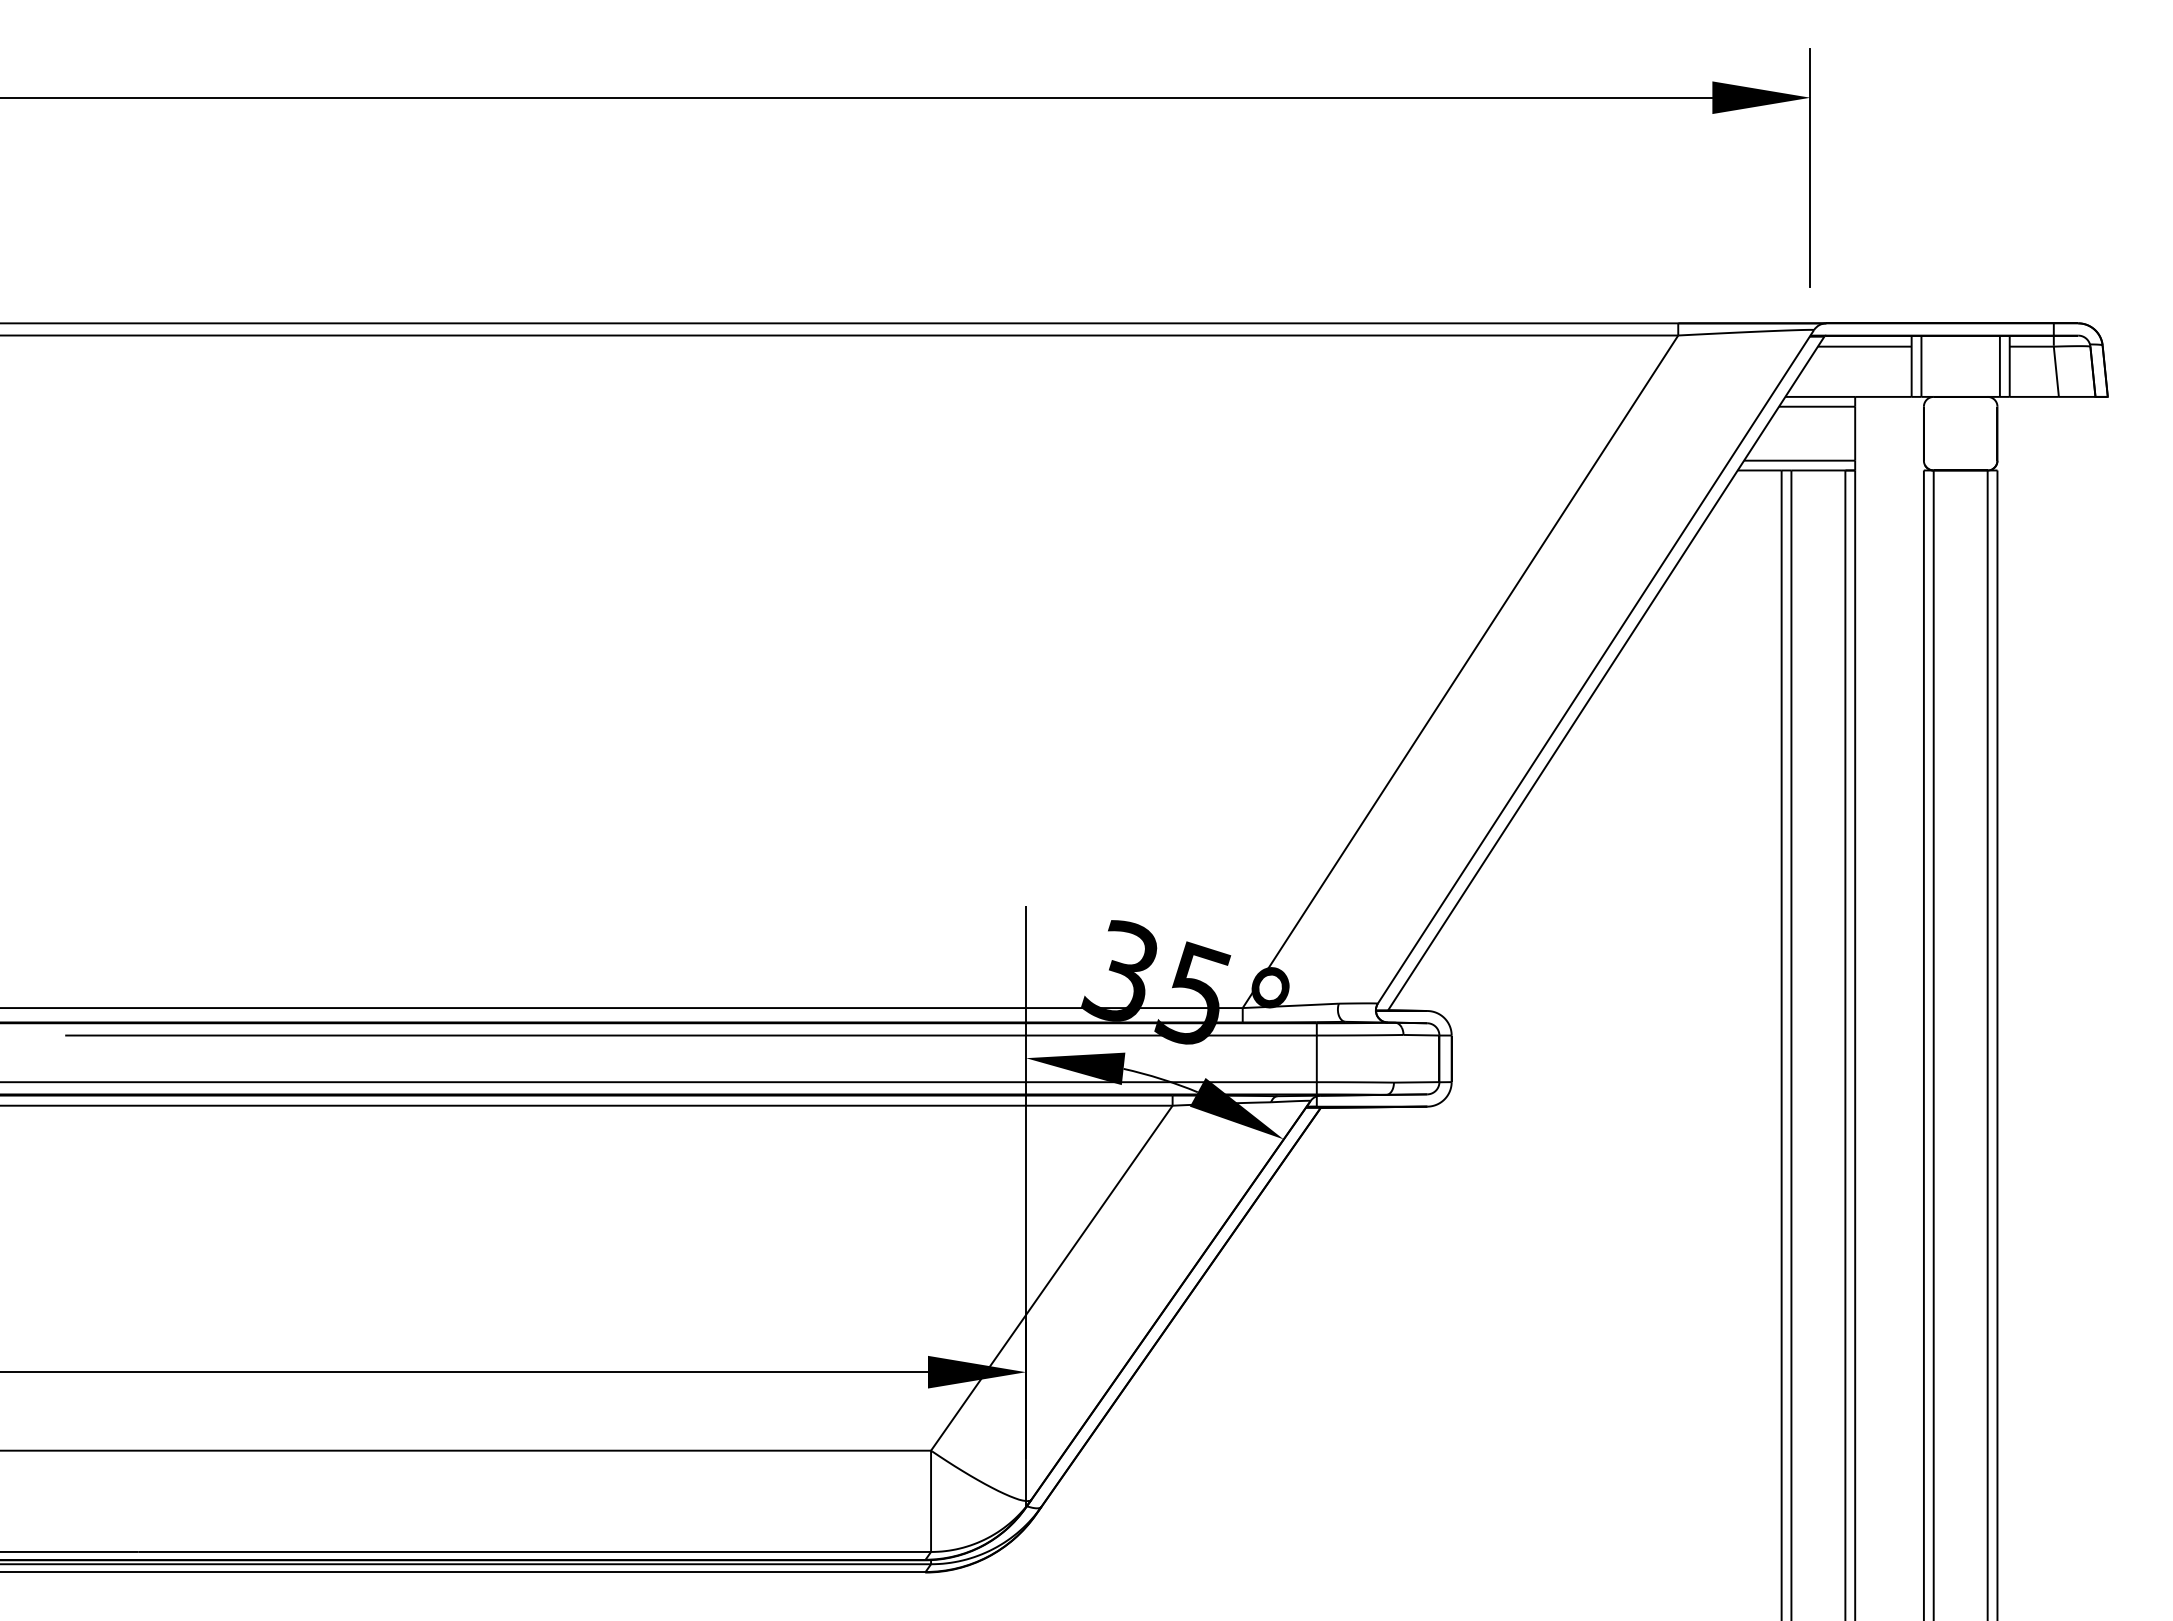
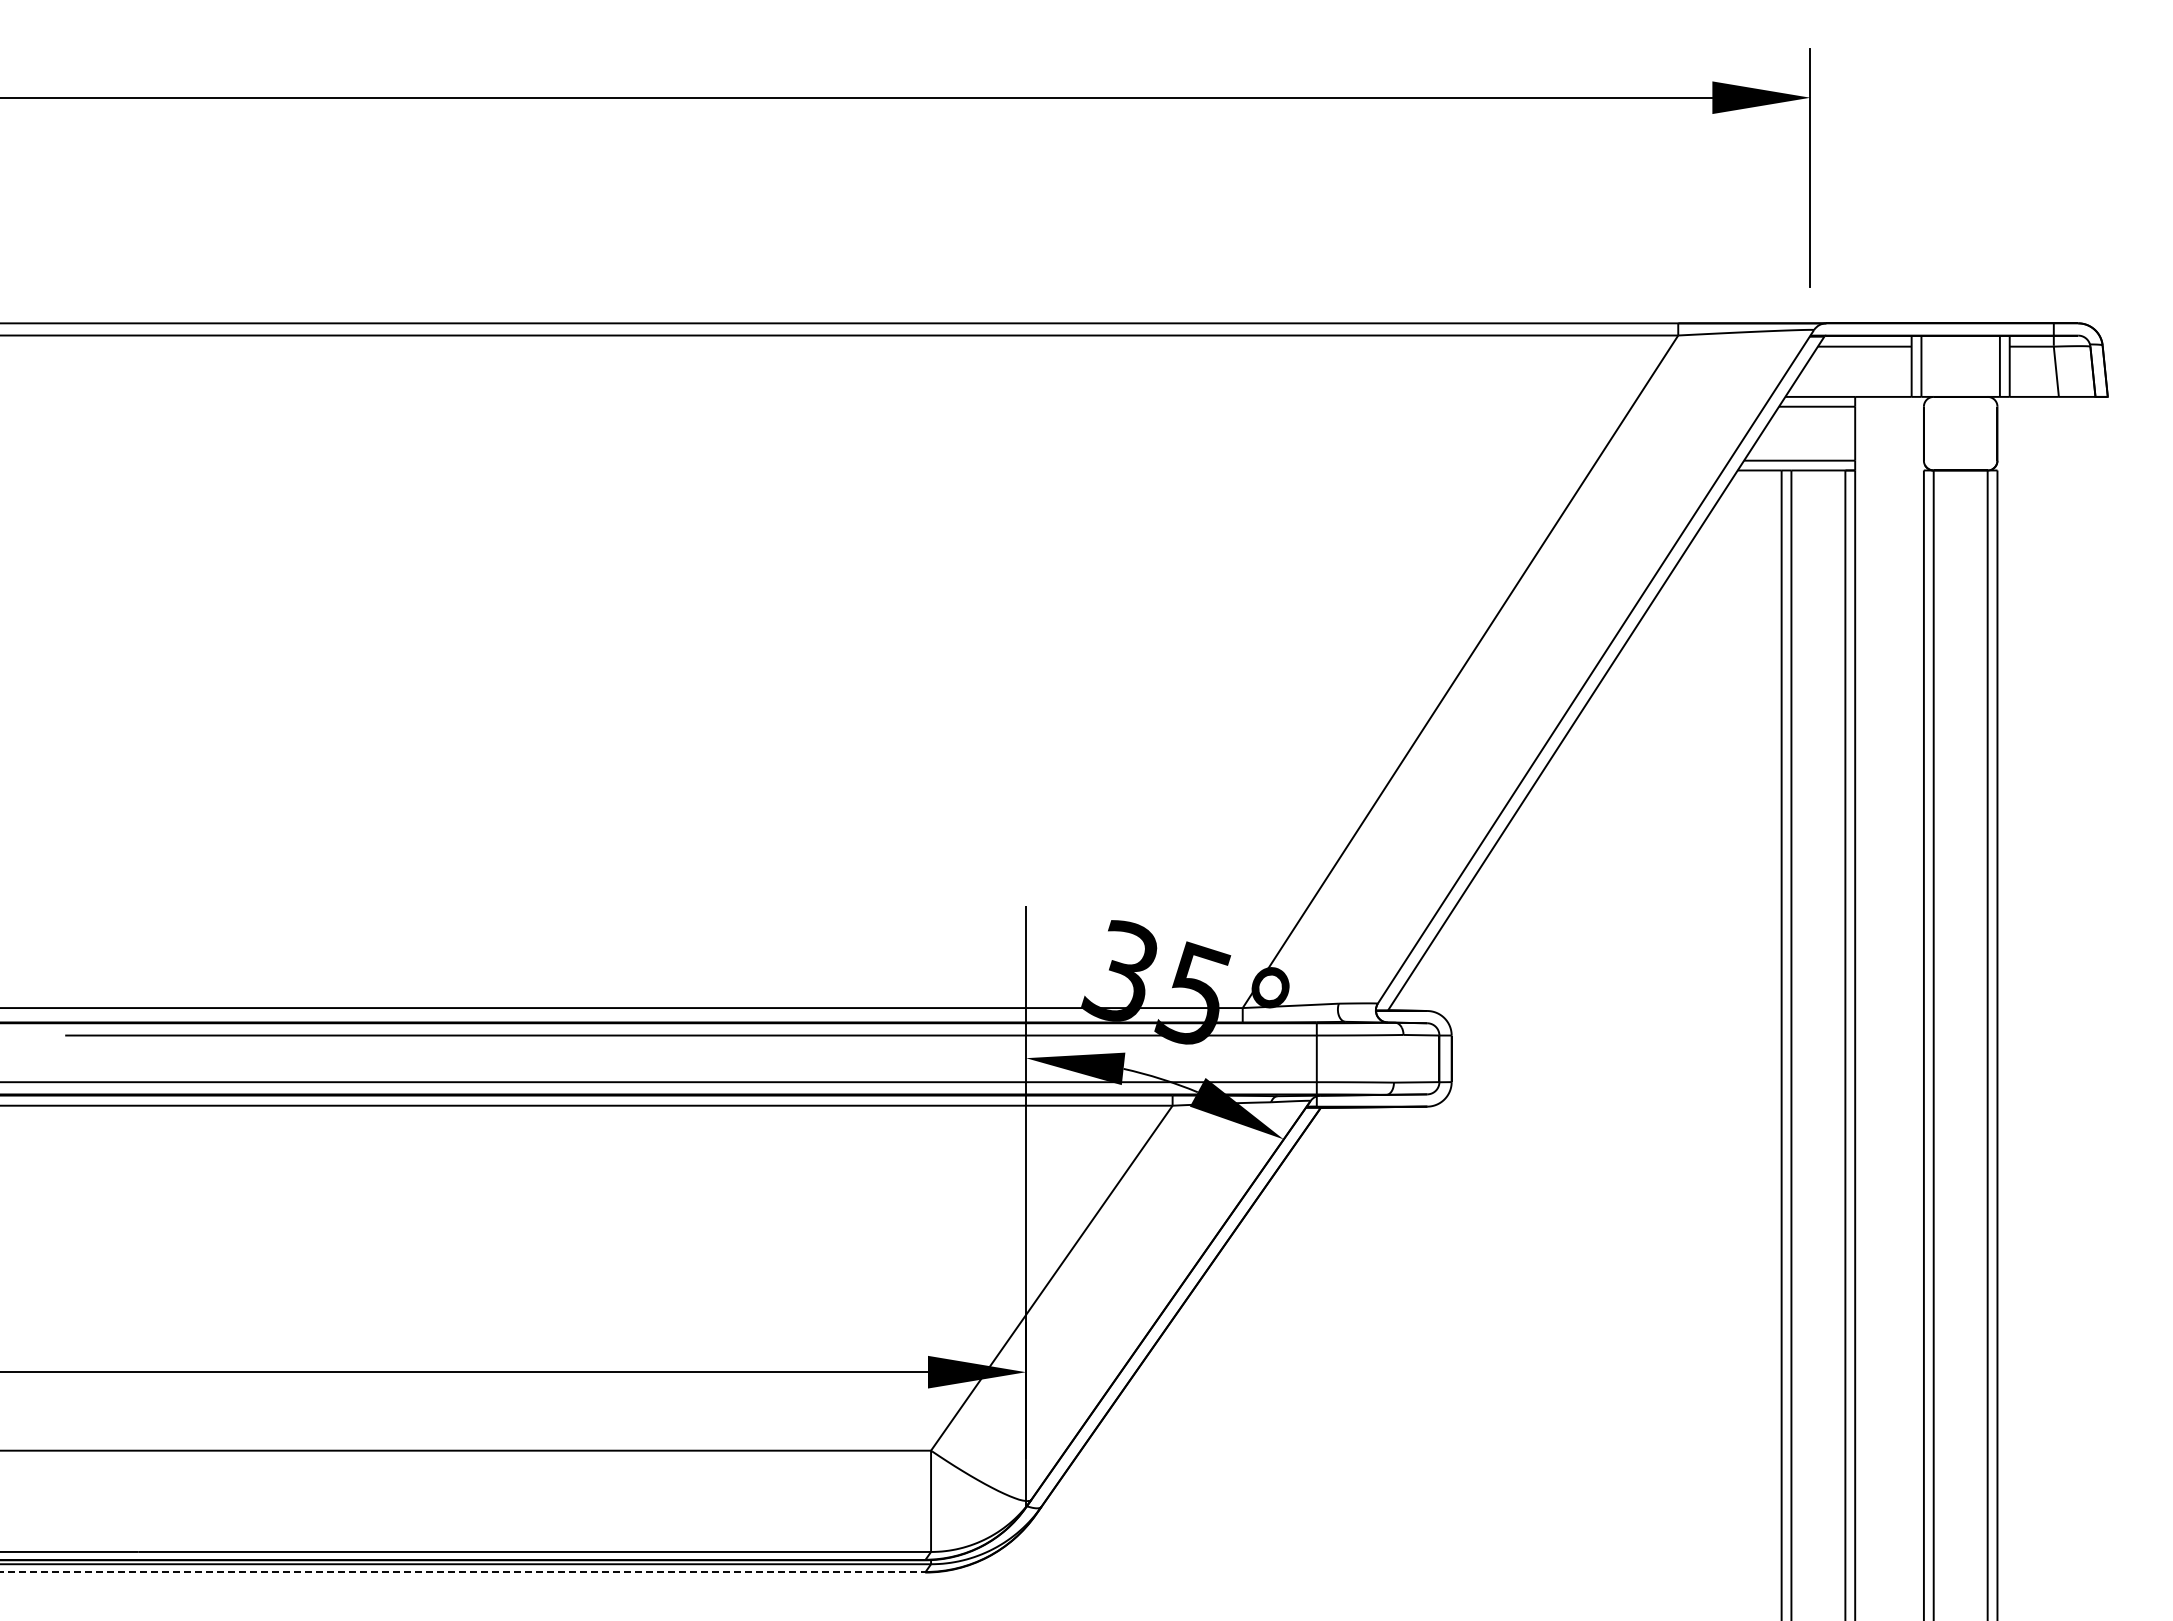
line at (463, 1572): solid -> dashed
